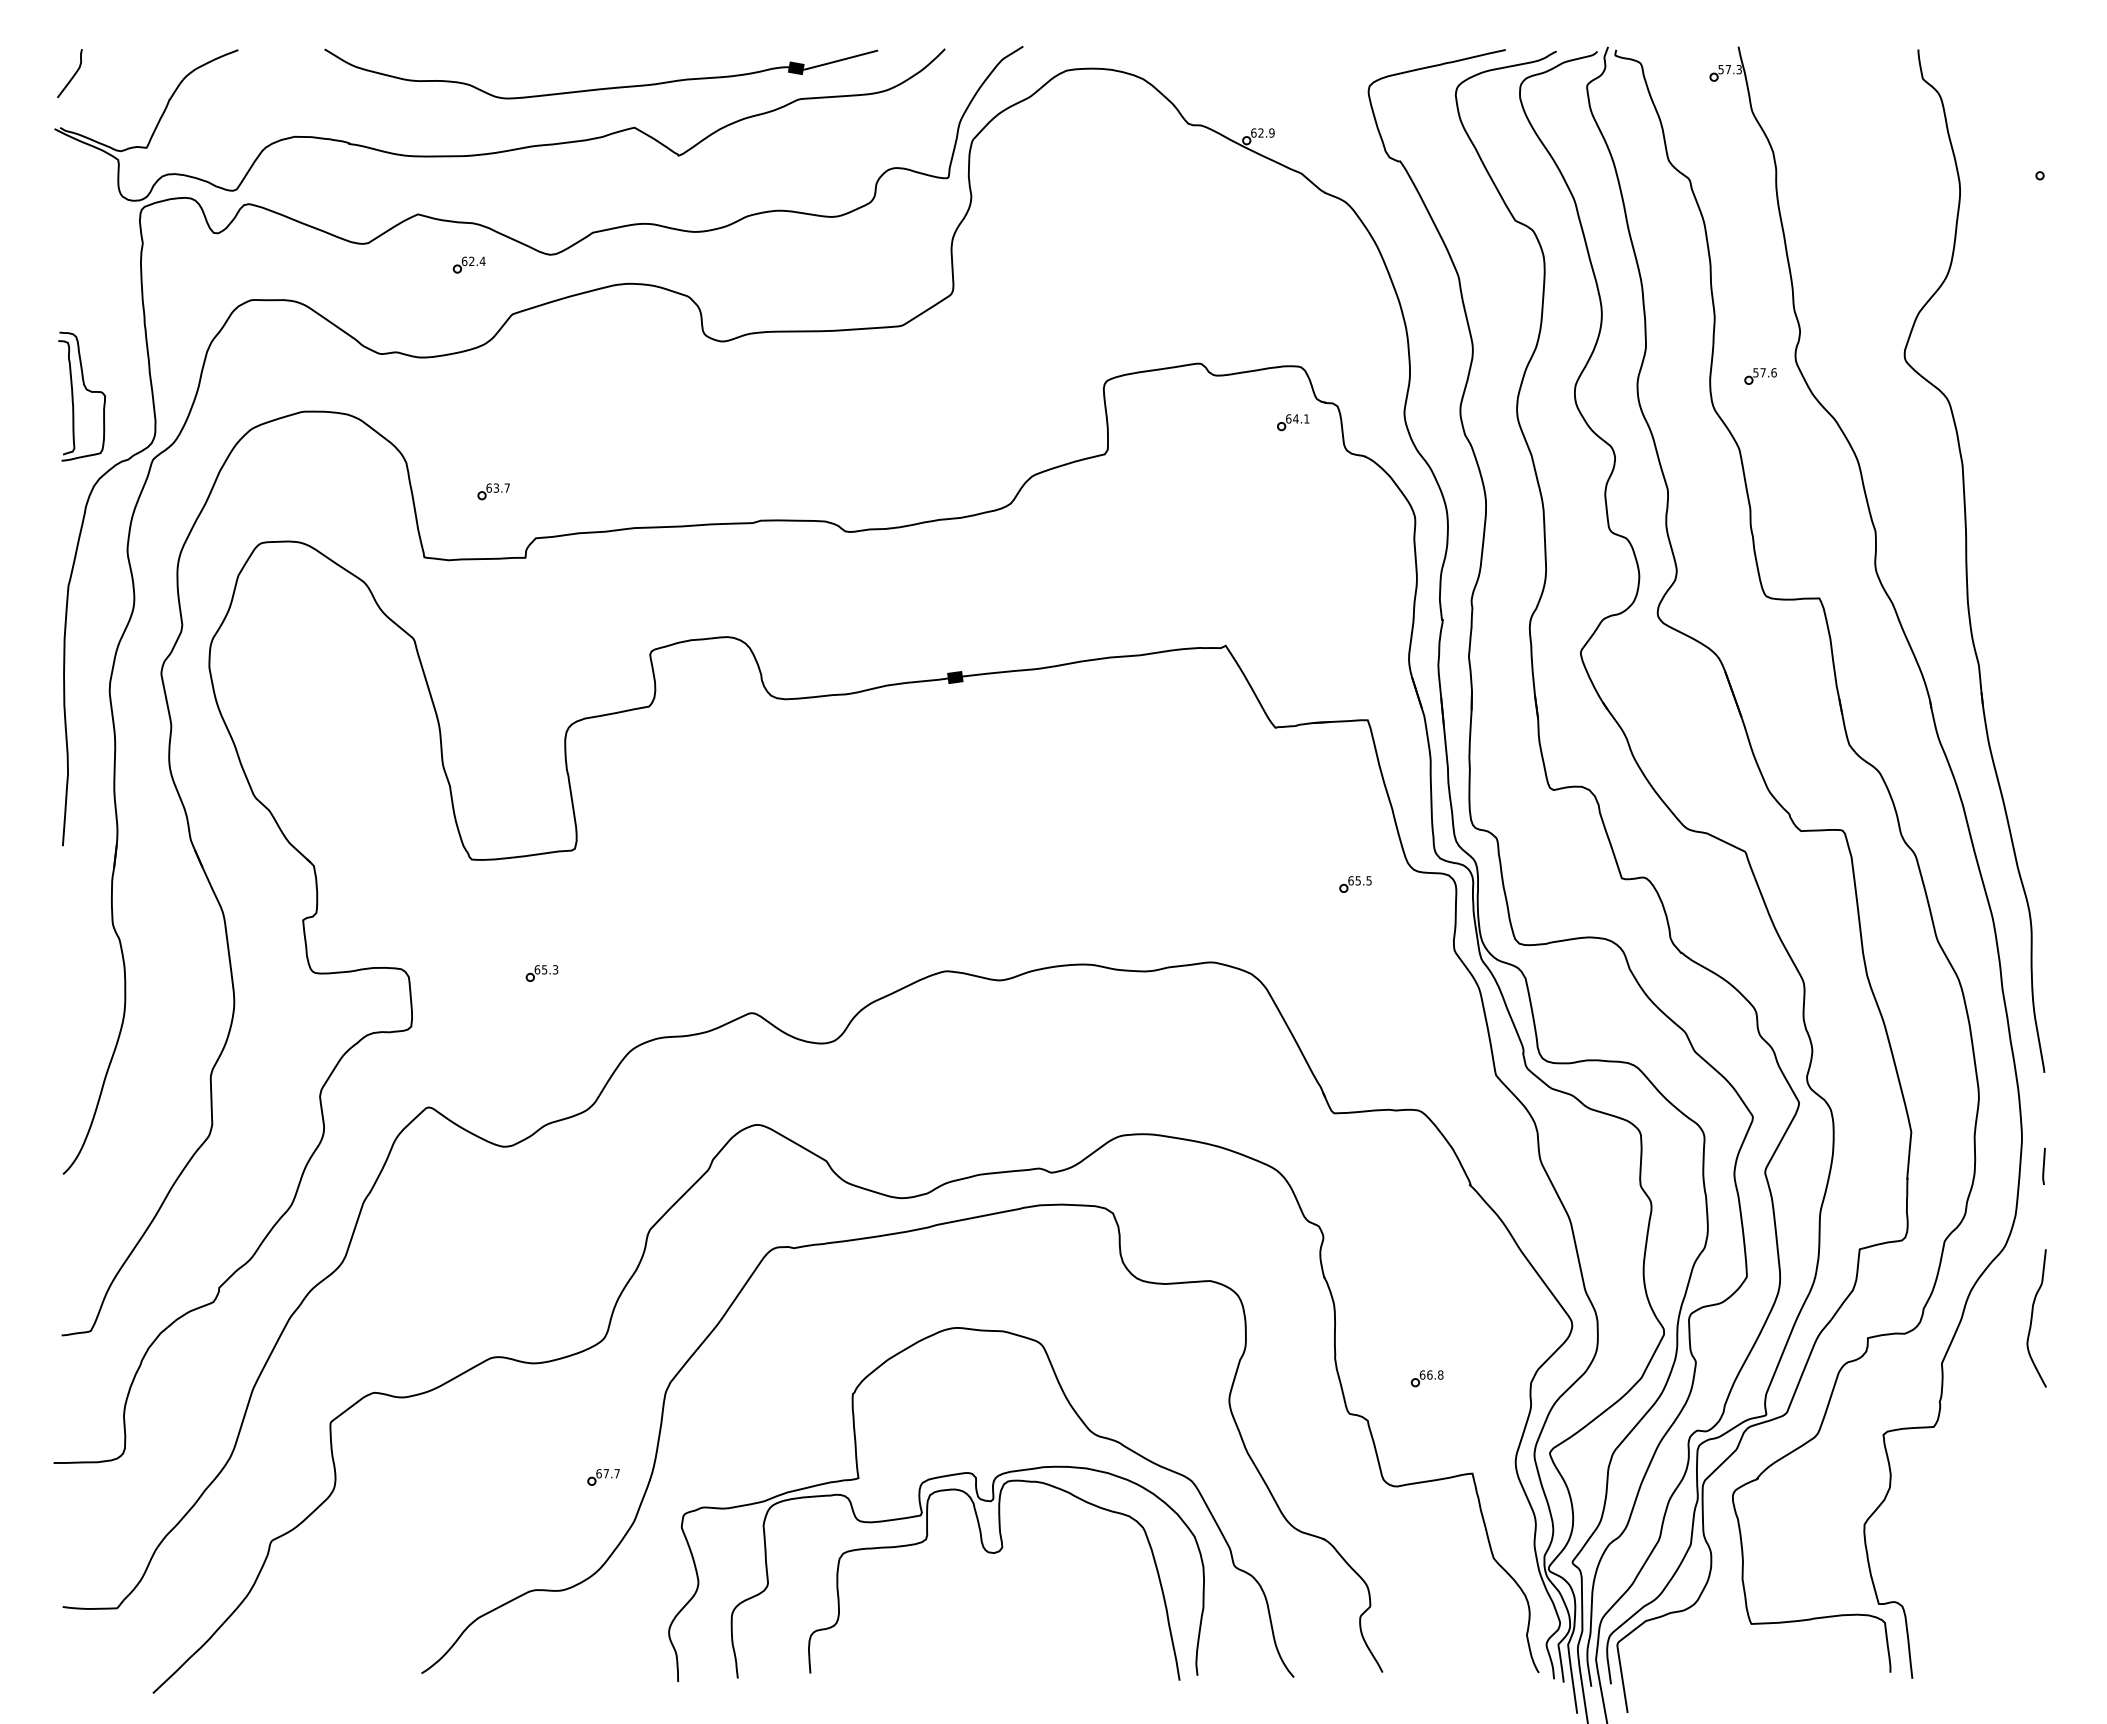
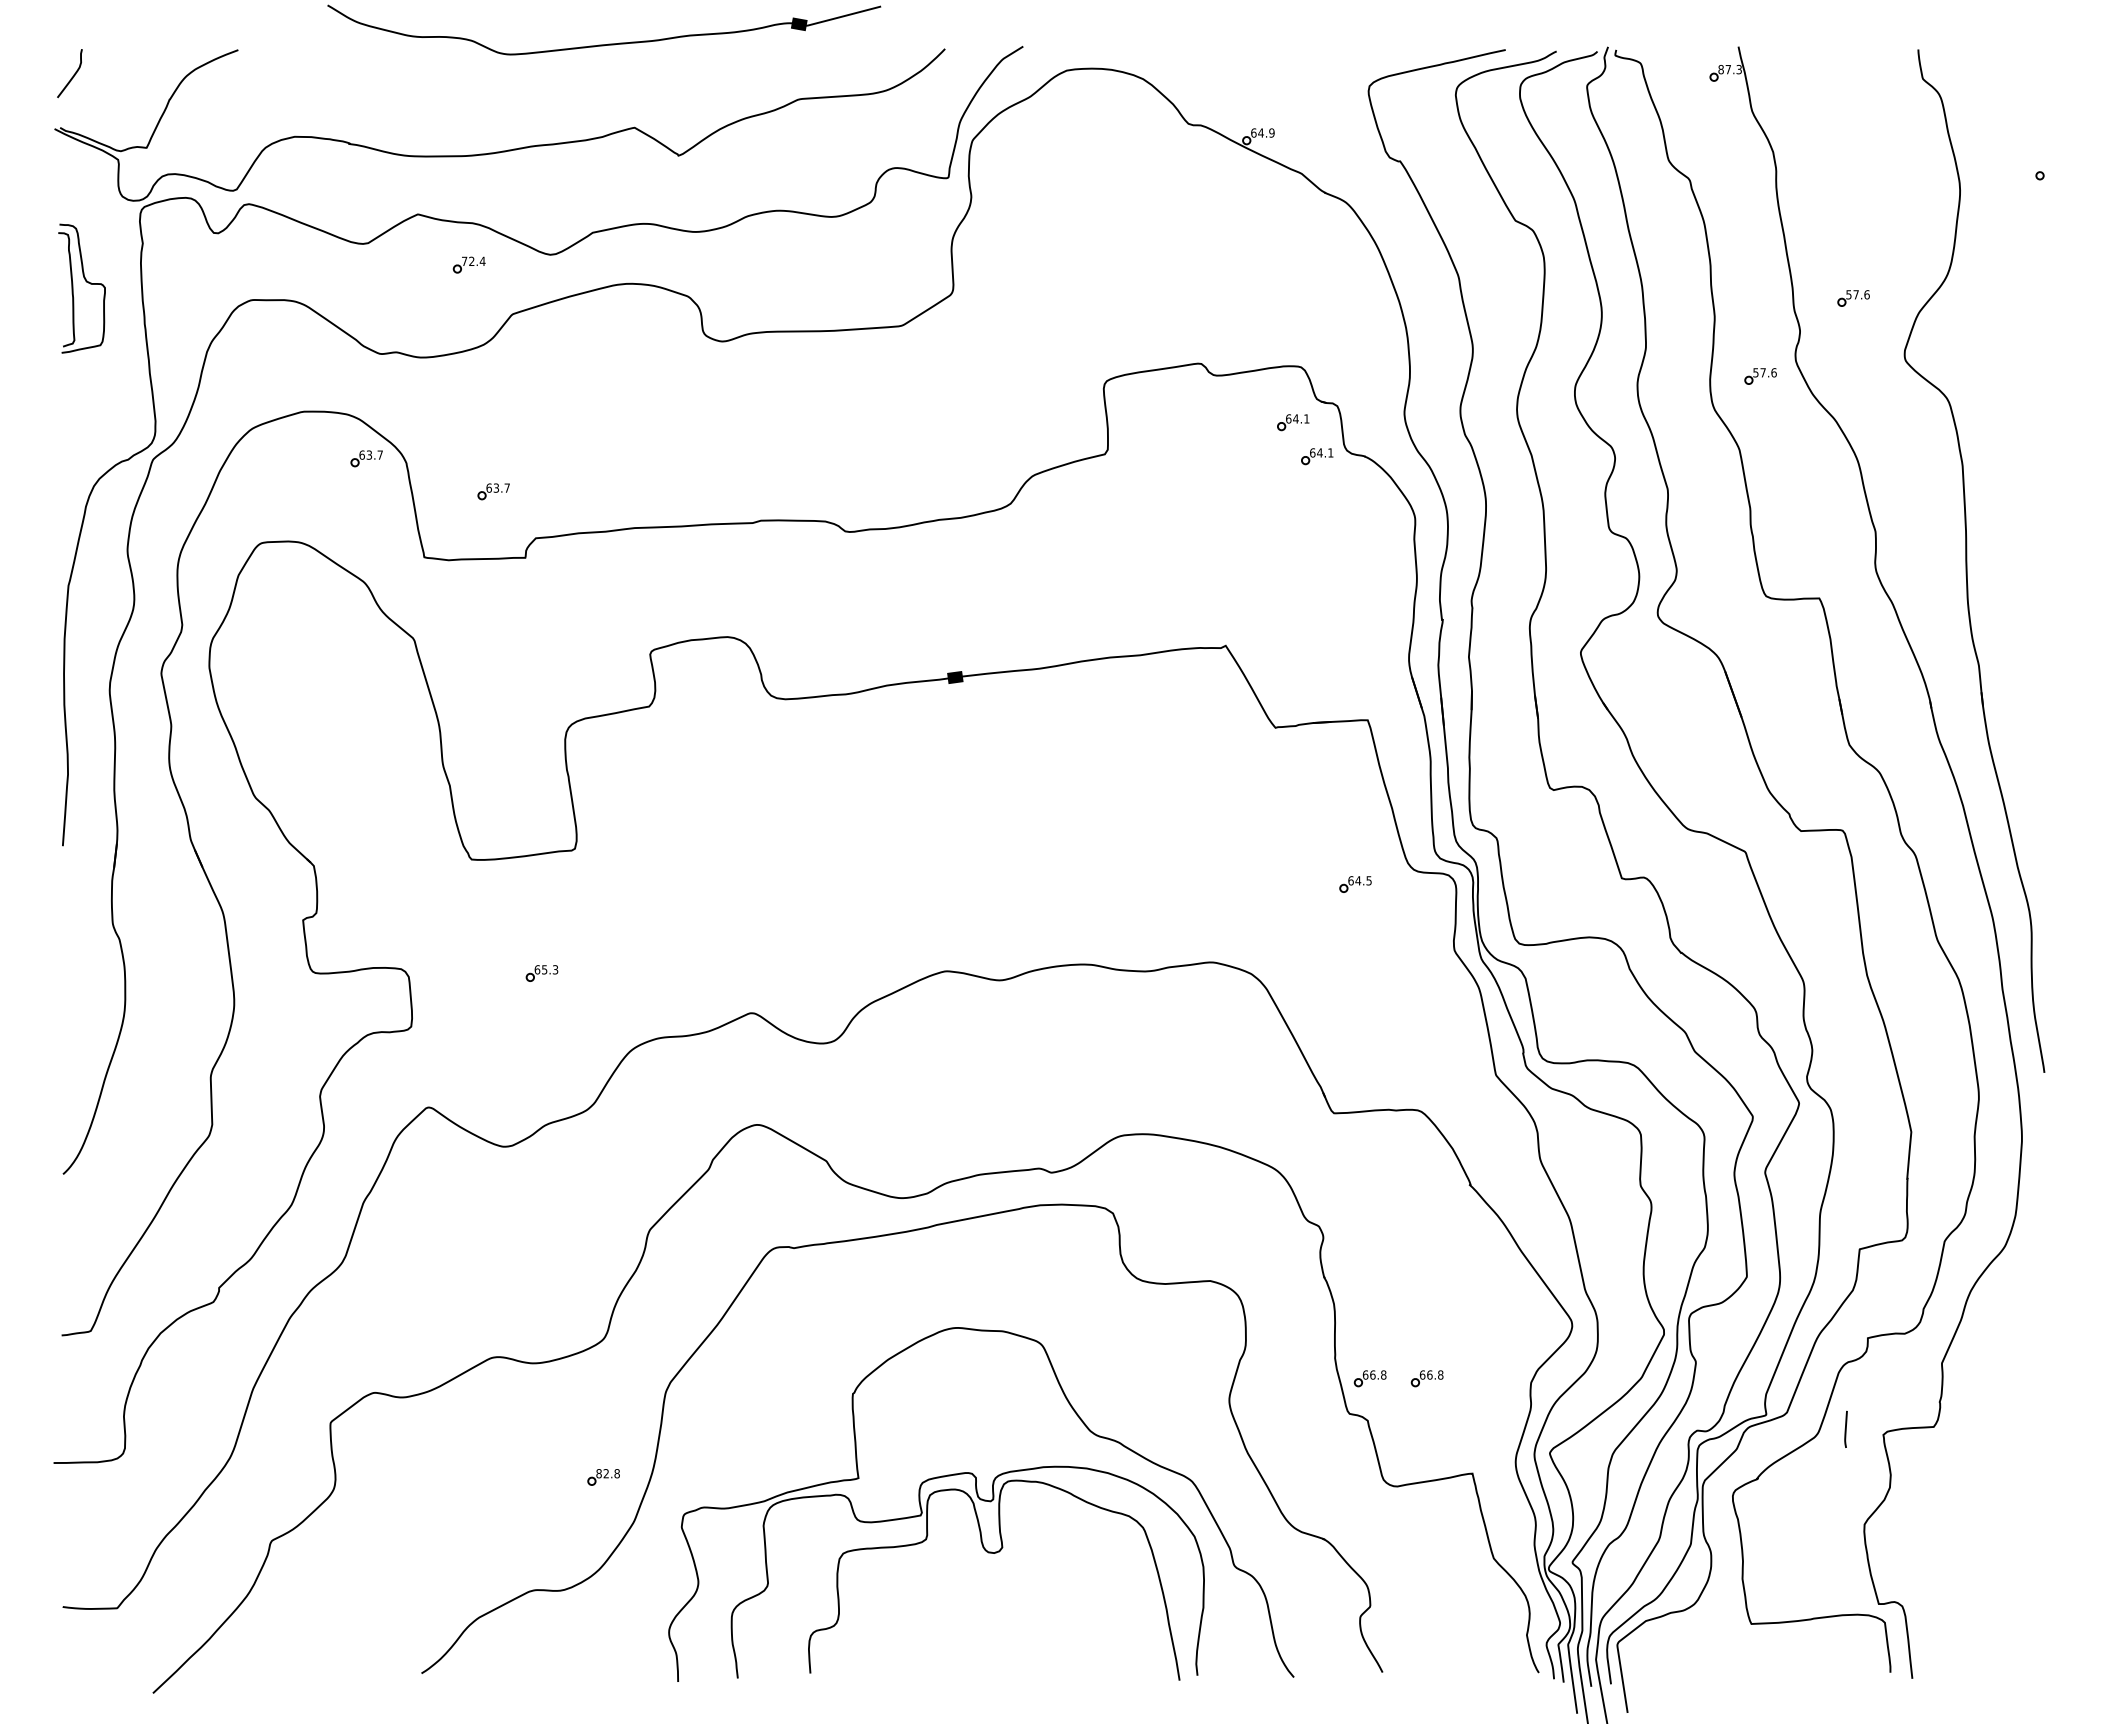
text at (1720, 69): 57.3 -> 87.3
part at (605, 87) position: (605, 87) -> (608, 43)
text at (1260, 132): 62.9 -> 64.9
text at (464, 261): 62.4 -> 72.4
part at (1853, 298): none -> present
part at (86, 390) position: (86, 390) -> (86, 282)
part at (1317, 456): none -> present
part at (366, 458): none -> present
text at (1358, 880): 65.5 -> 64.5
line at (2043, 1165) position: (2043, 1165) -> (1845, 1428)
curve at (2032, 1318): present -> none
part at (1369, 1378): none -> present
text at (607, 1473): 67.7 -> 82.8
